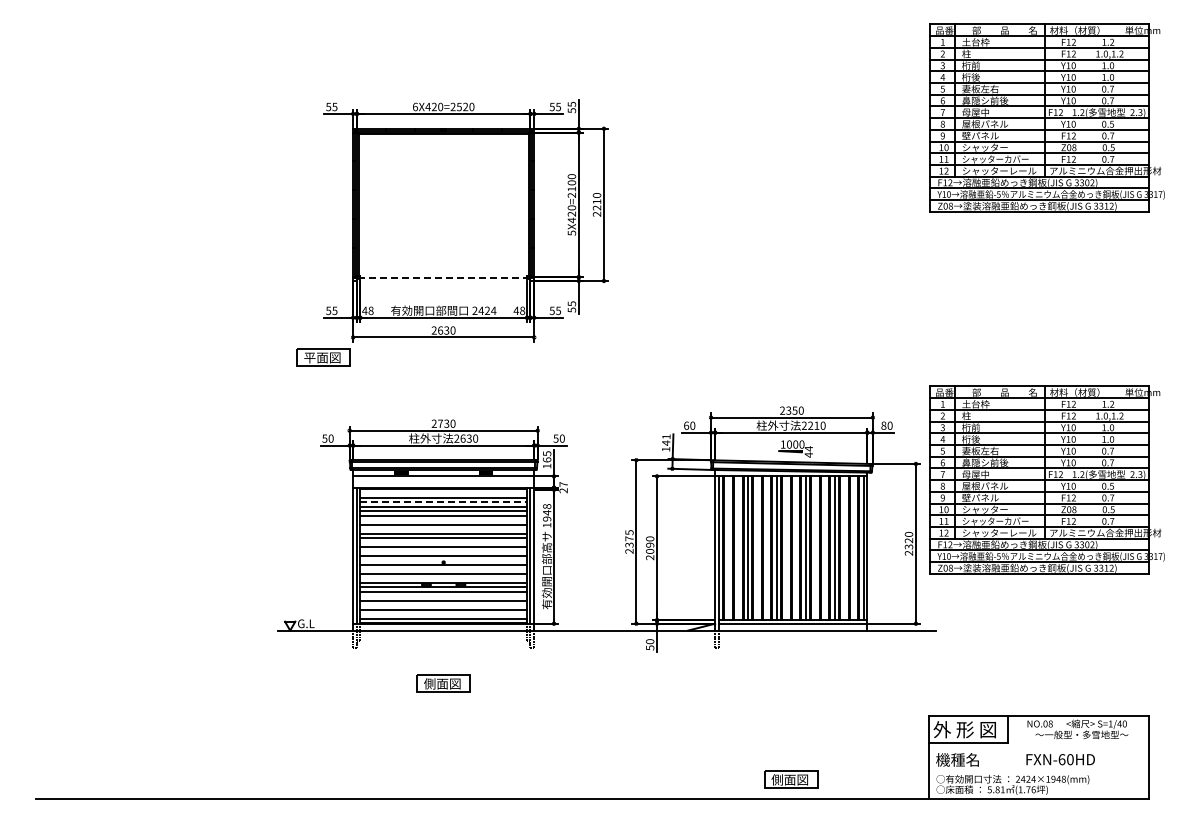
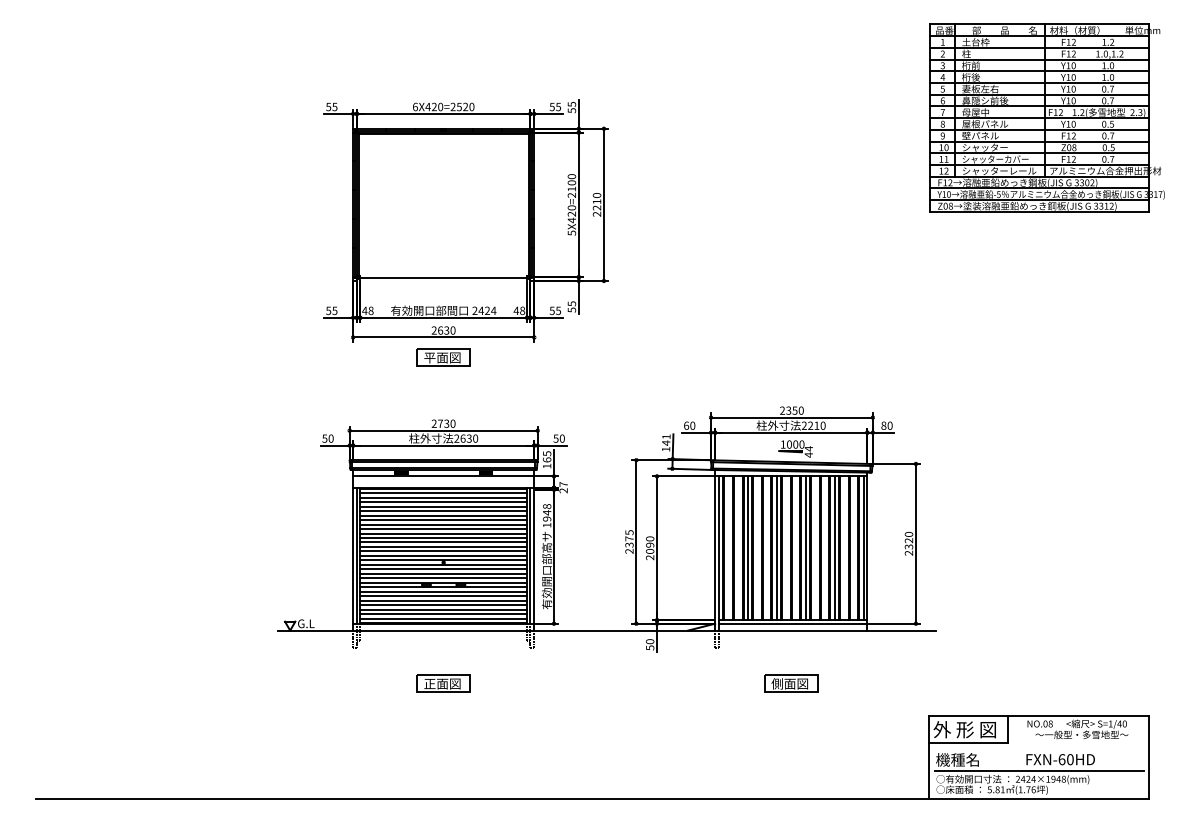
line at (443, 277): dashed -> solid
part at (323, 357) position: (323, 357) -> (443, 357)
part at (1046, 479): present -> none
line at (443, 493): none -> present
line at (444, 502): dashed -> solid
line at (443, 520): none -> present
line at (443, 529): none -> present
line at (443, 542): none -> present
line at (443, 551): none -> present
line at (443, 560): none -> present
line at (443, 569): none -> present
line at (443, 578): none -> present
line at (443, 596): none -> present
line at (443, 605): none -> present
line at (443, 614): none -> present
text at (429, 683): 側面図 -> 正面図
line at (1038, 770): none -> present
part at (791, 779) position: (791, 779) -> (791, 683)
